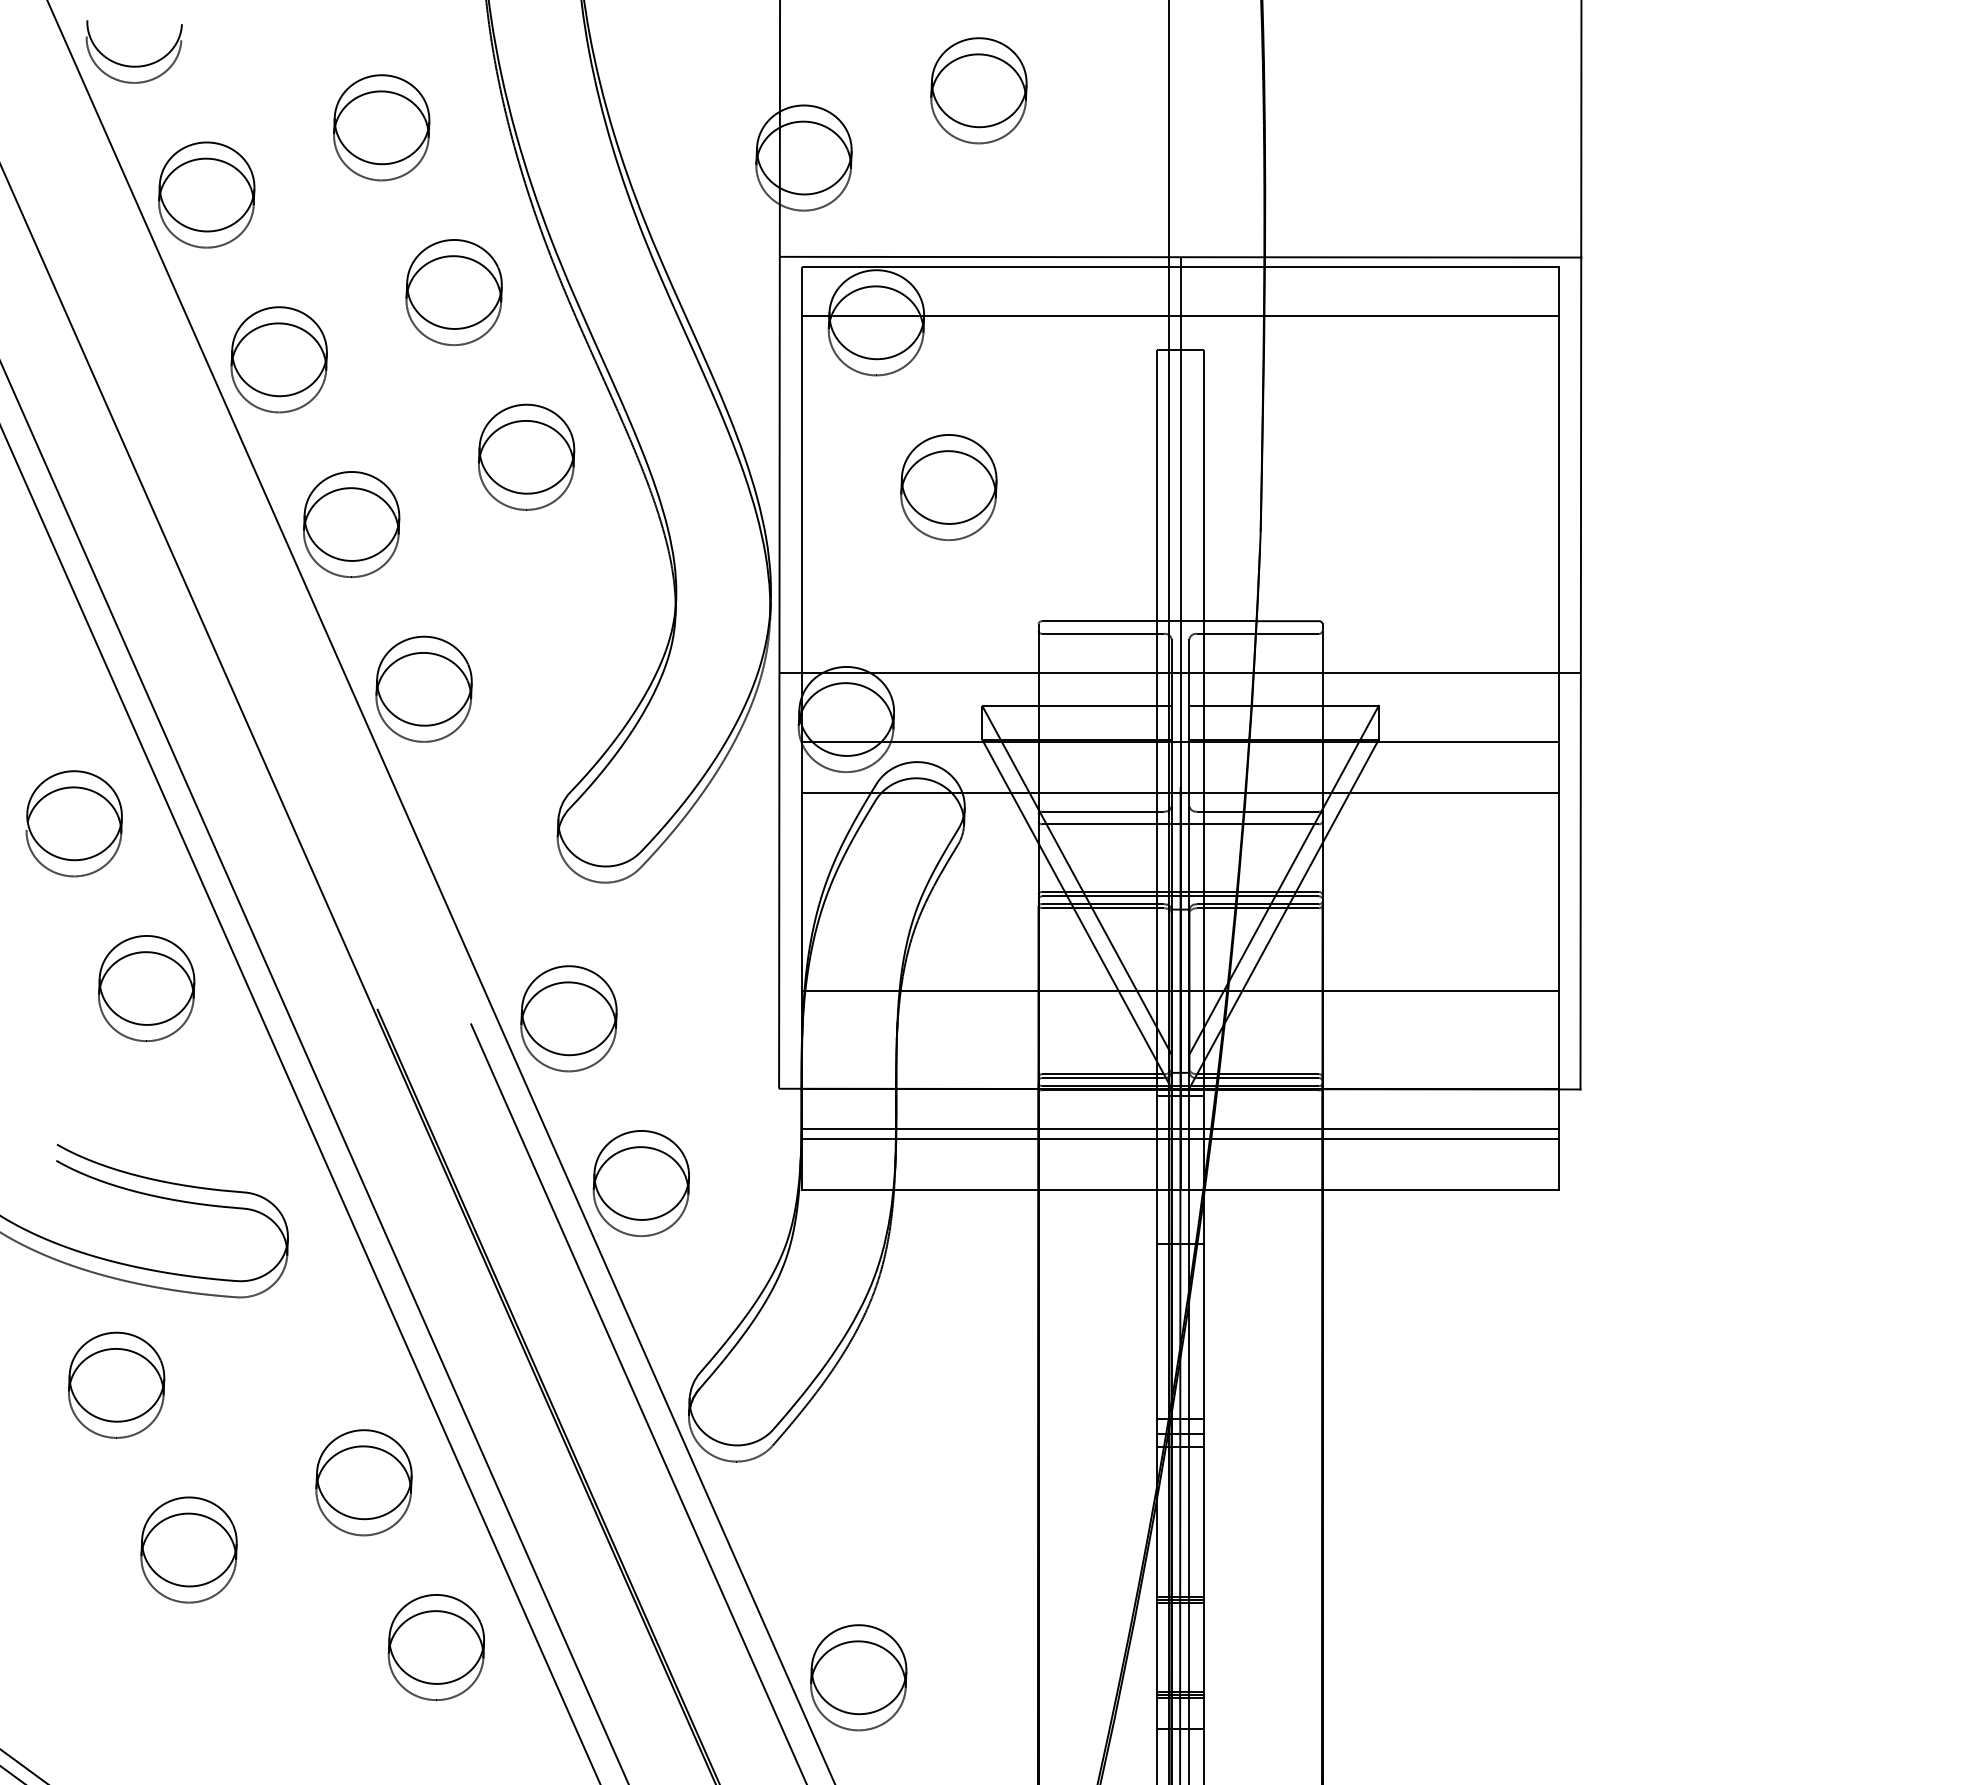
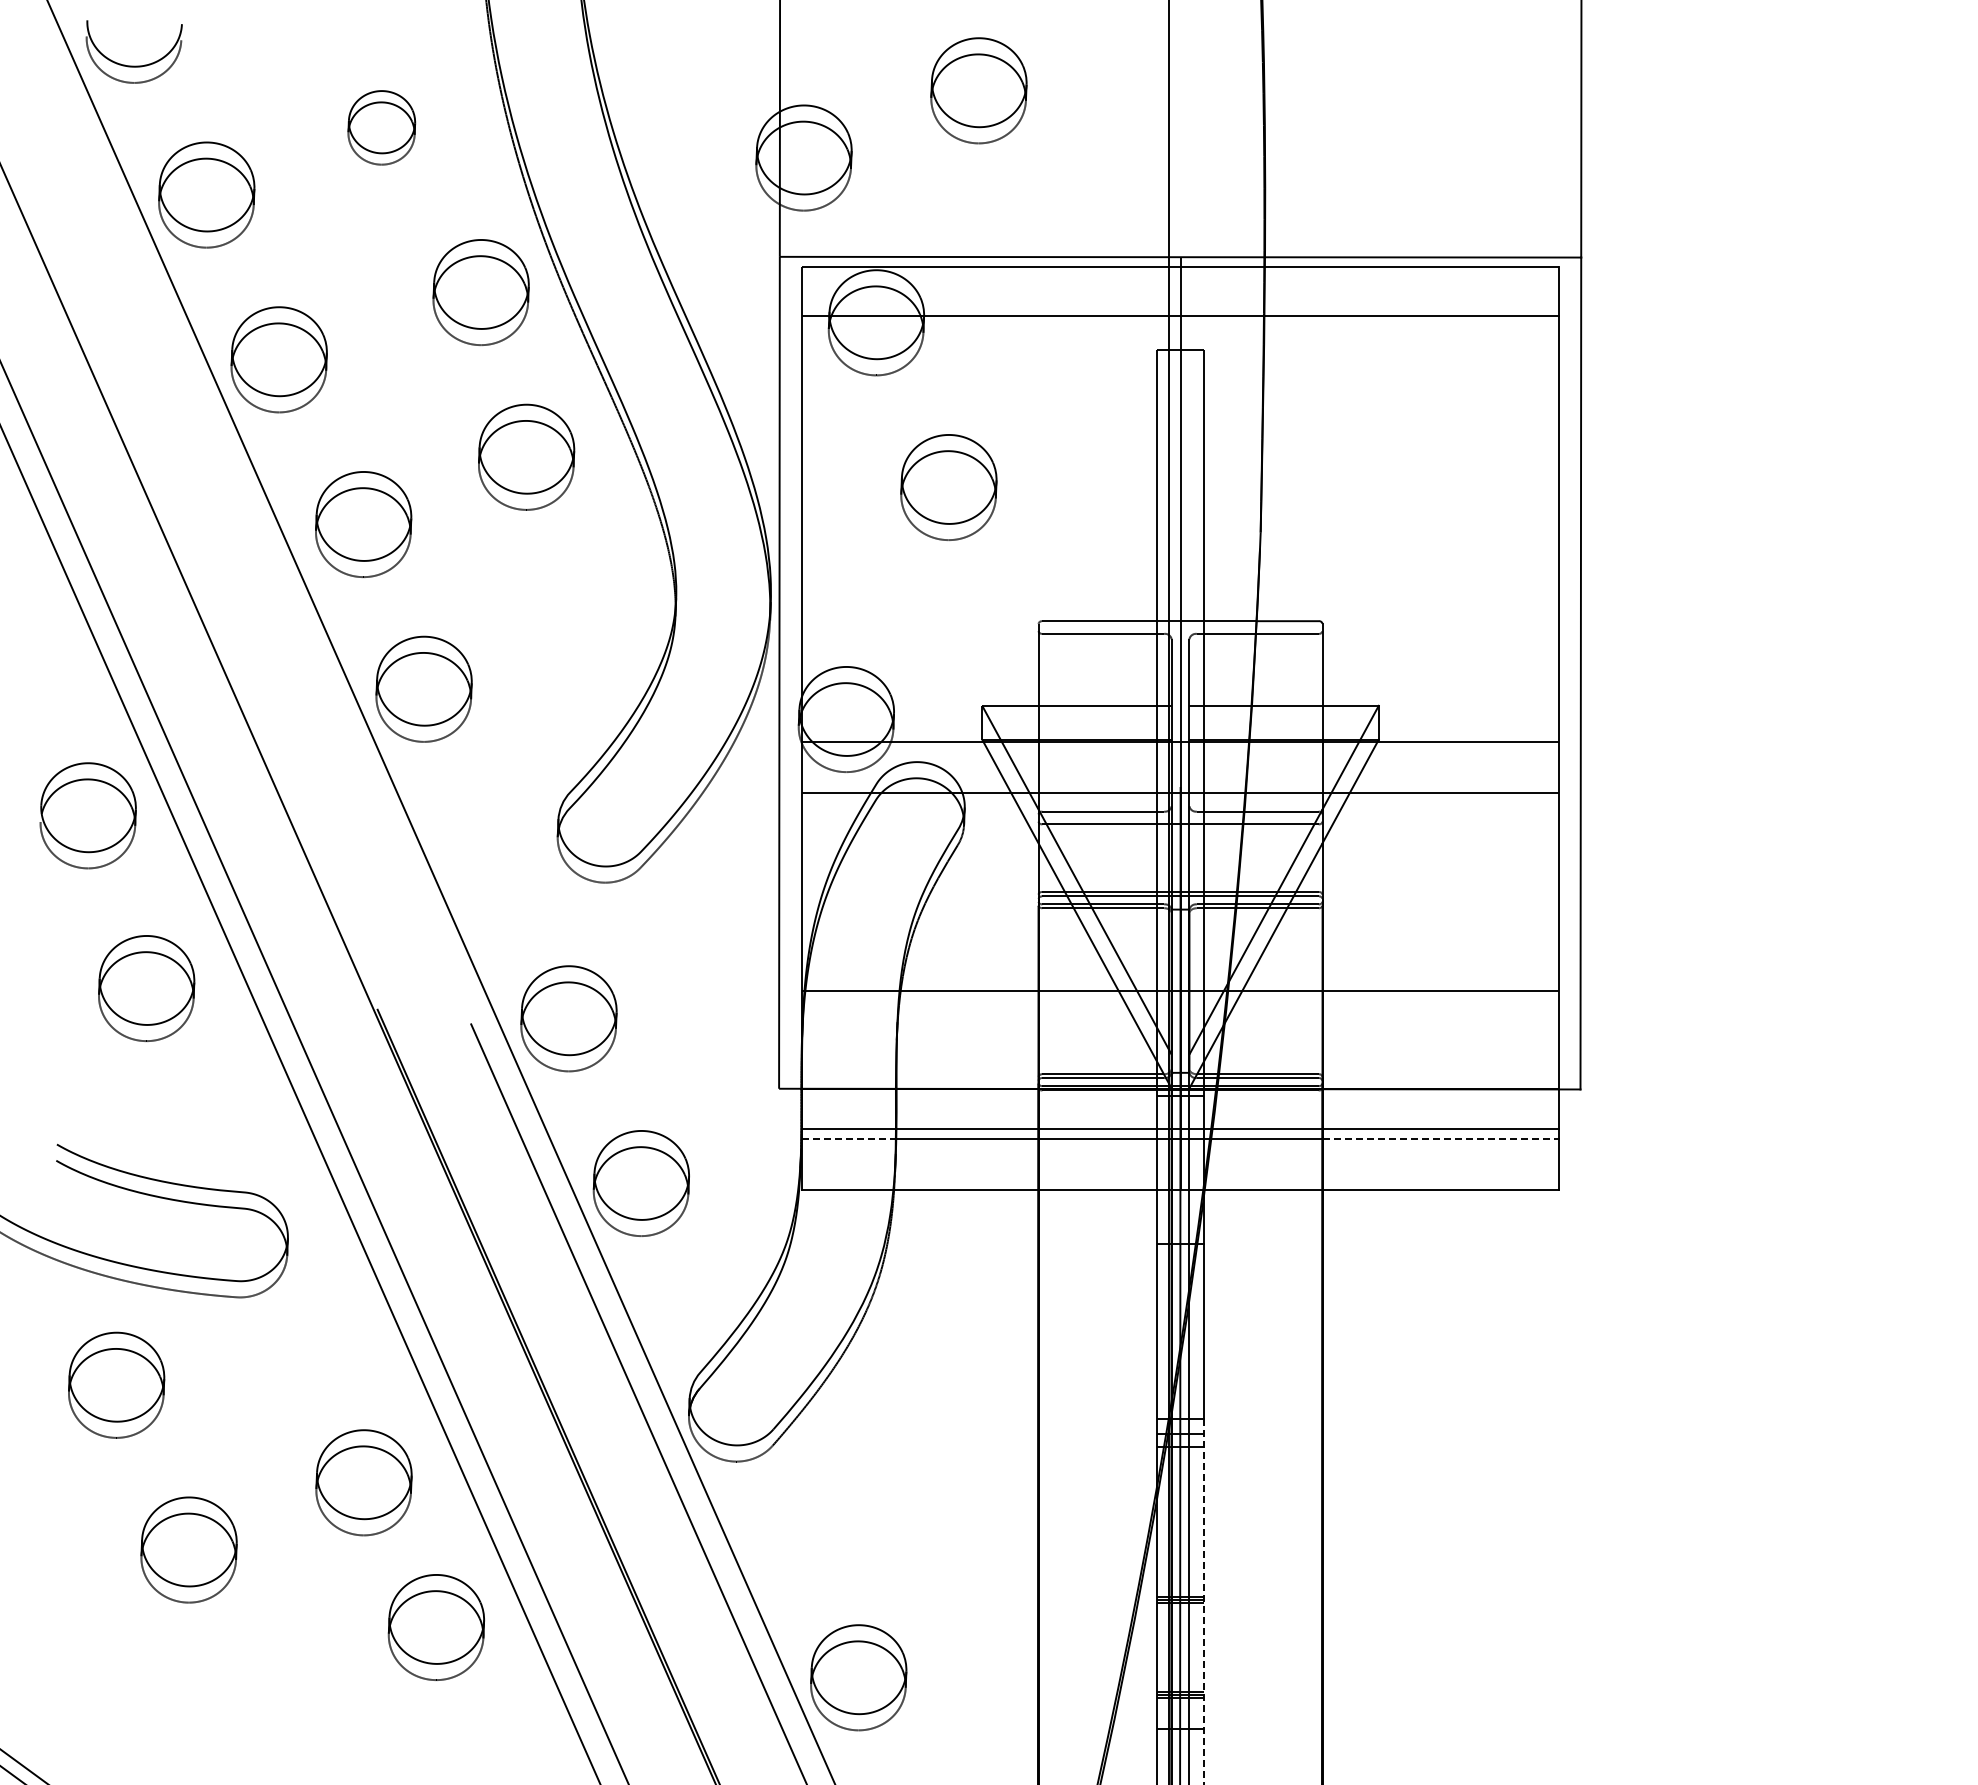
part at (381, 127) size: 98x108 px -> 70x76 px
part at (453, 292) position: (453, 292) -> (480, 292)
part at (351, 524) position: (351, 524) -> (363, 524)
line at (1179, 673): present -> none
part at (73, 823) position: (73, 823) -> (87, 815)
line at (849, 1138): solid -> dashed
line at (1441, 1138): solid -> dashed
line at (1204, 1602): solid -> dashed
part at (435, 1647) position: (435, 1647) -> (435, 1627)
